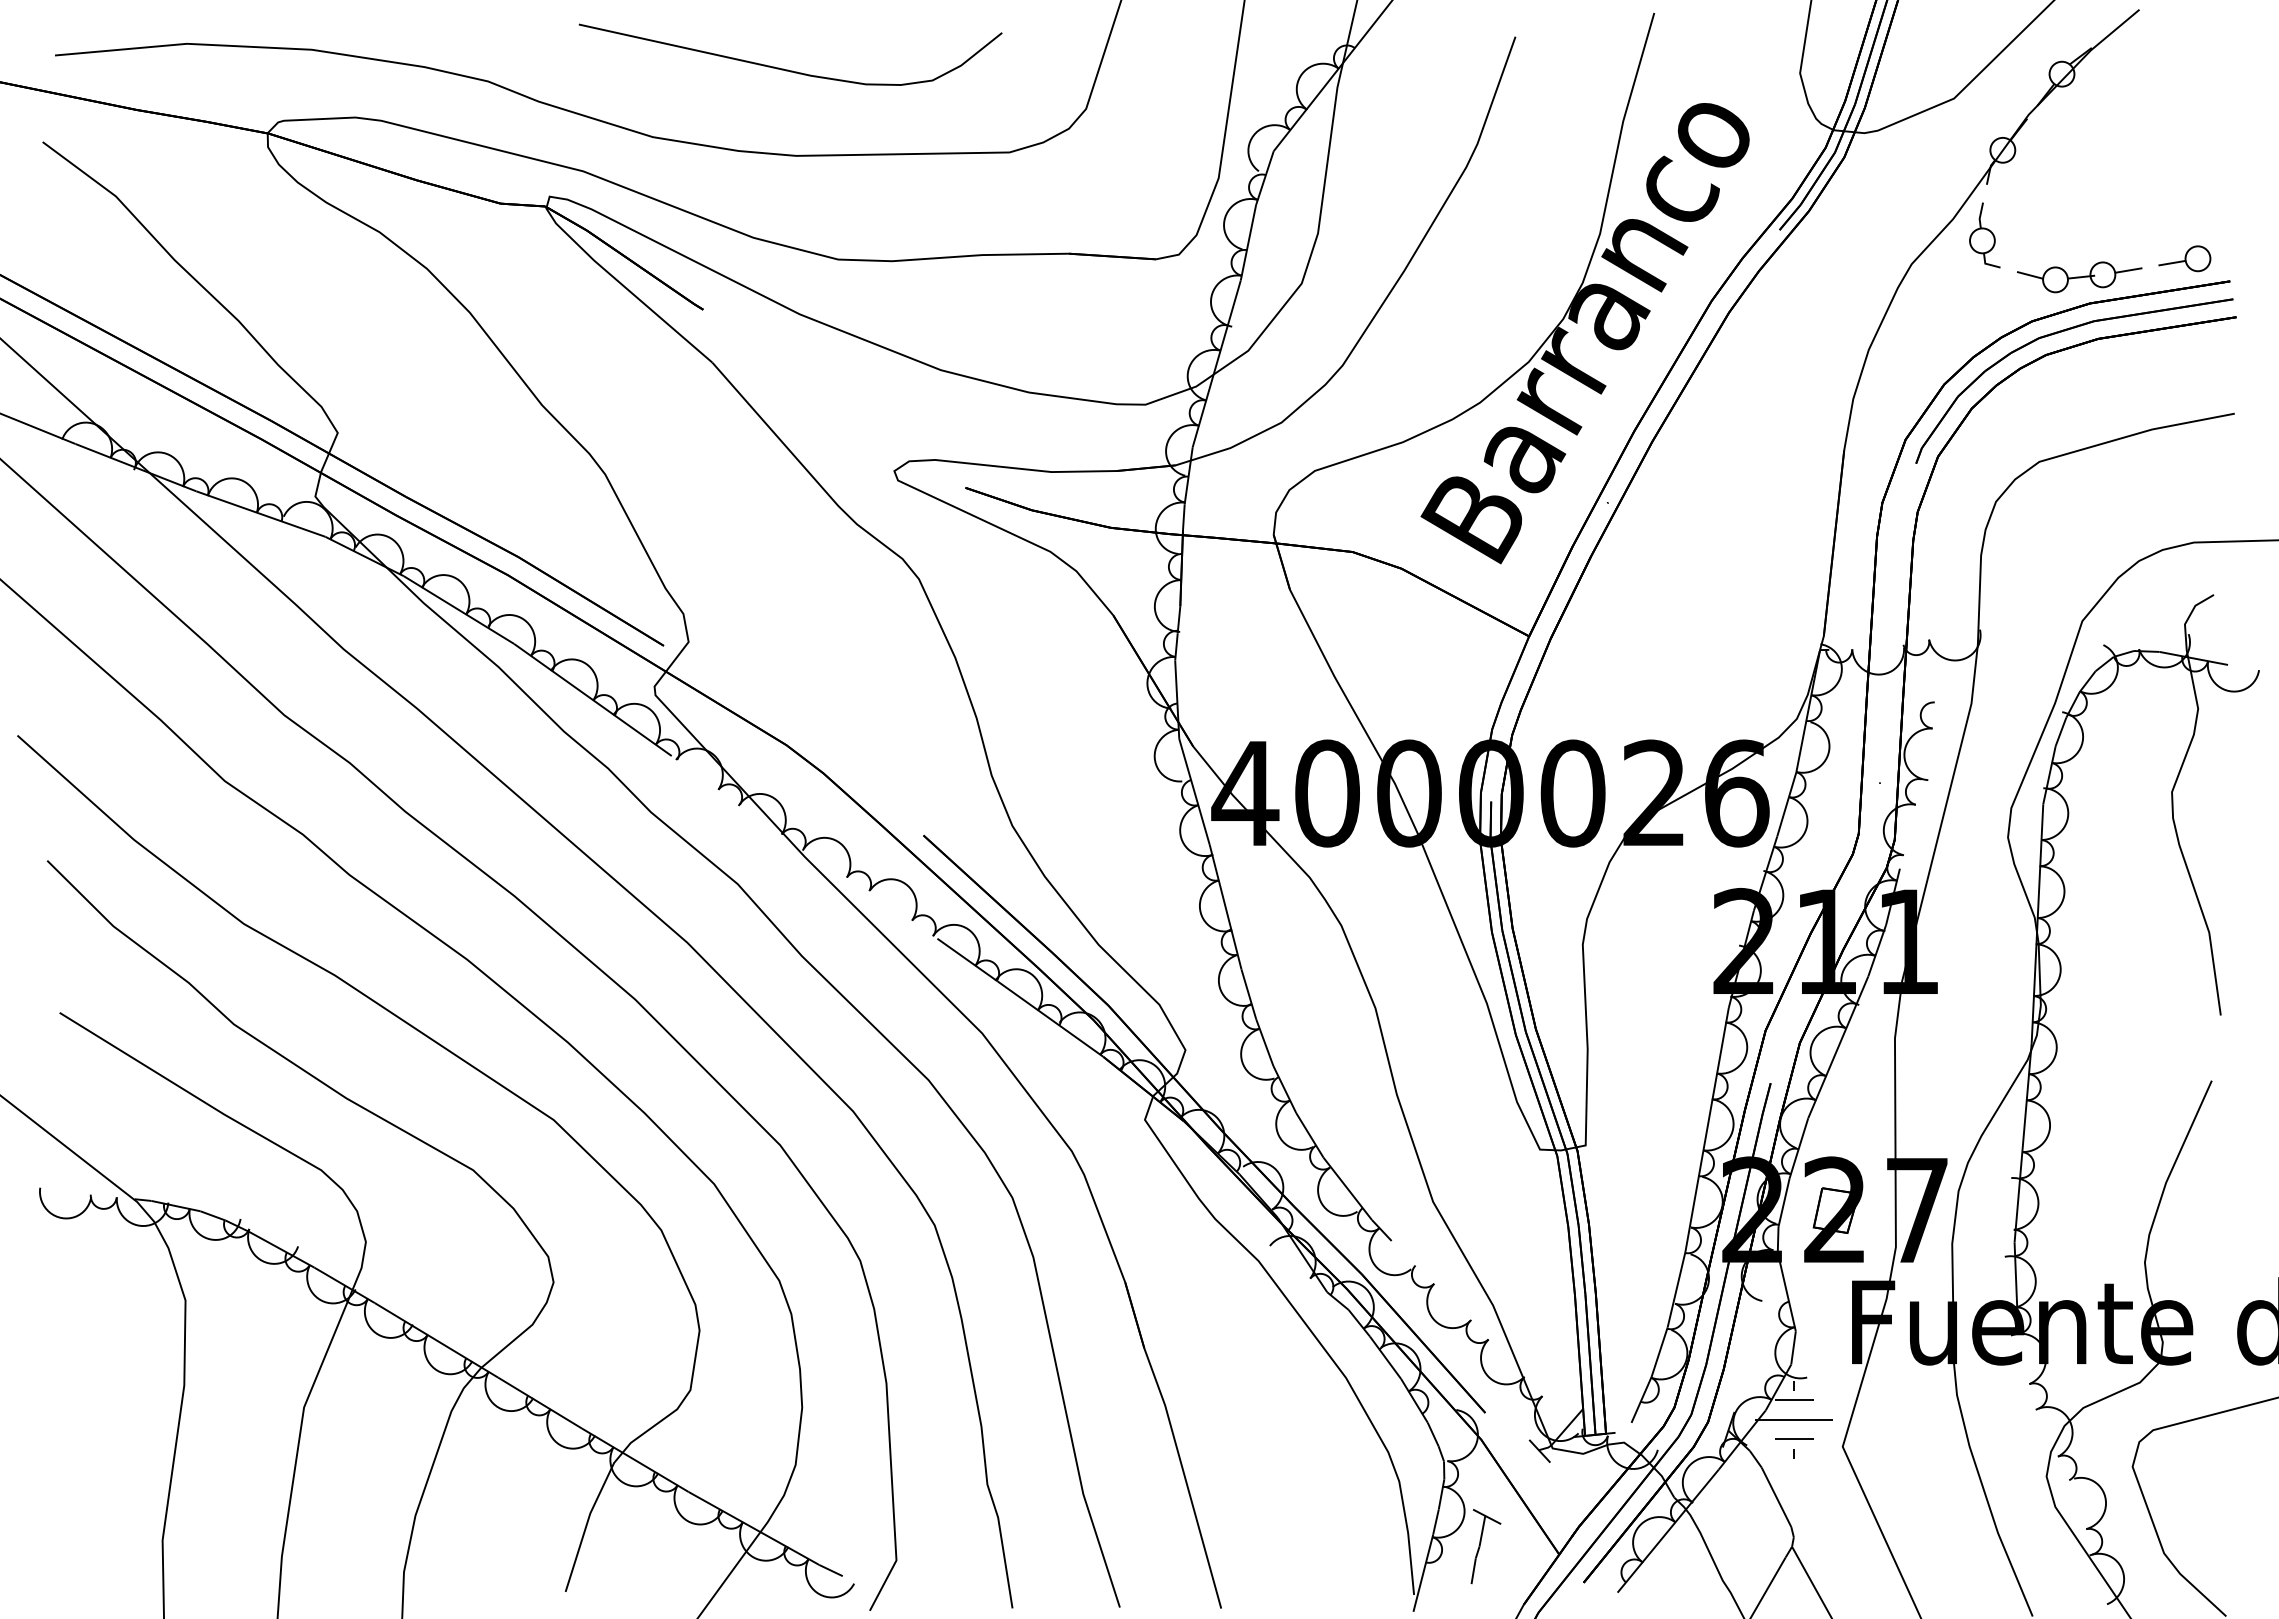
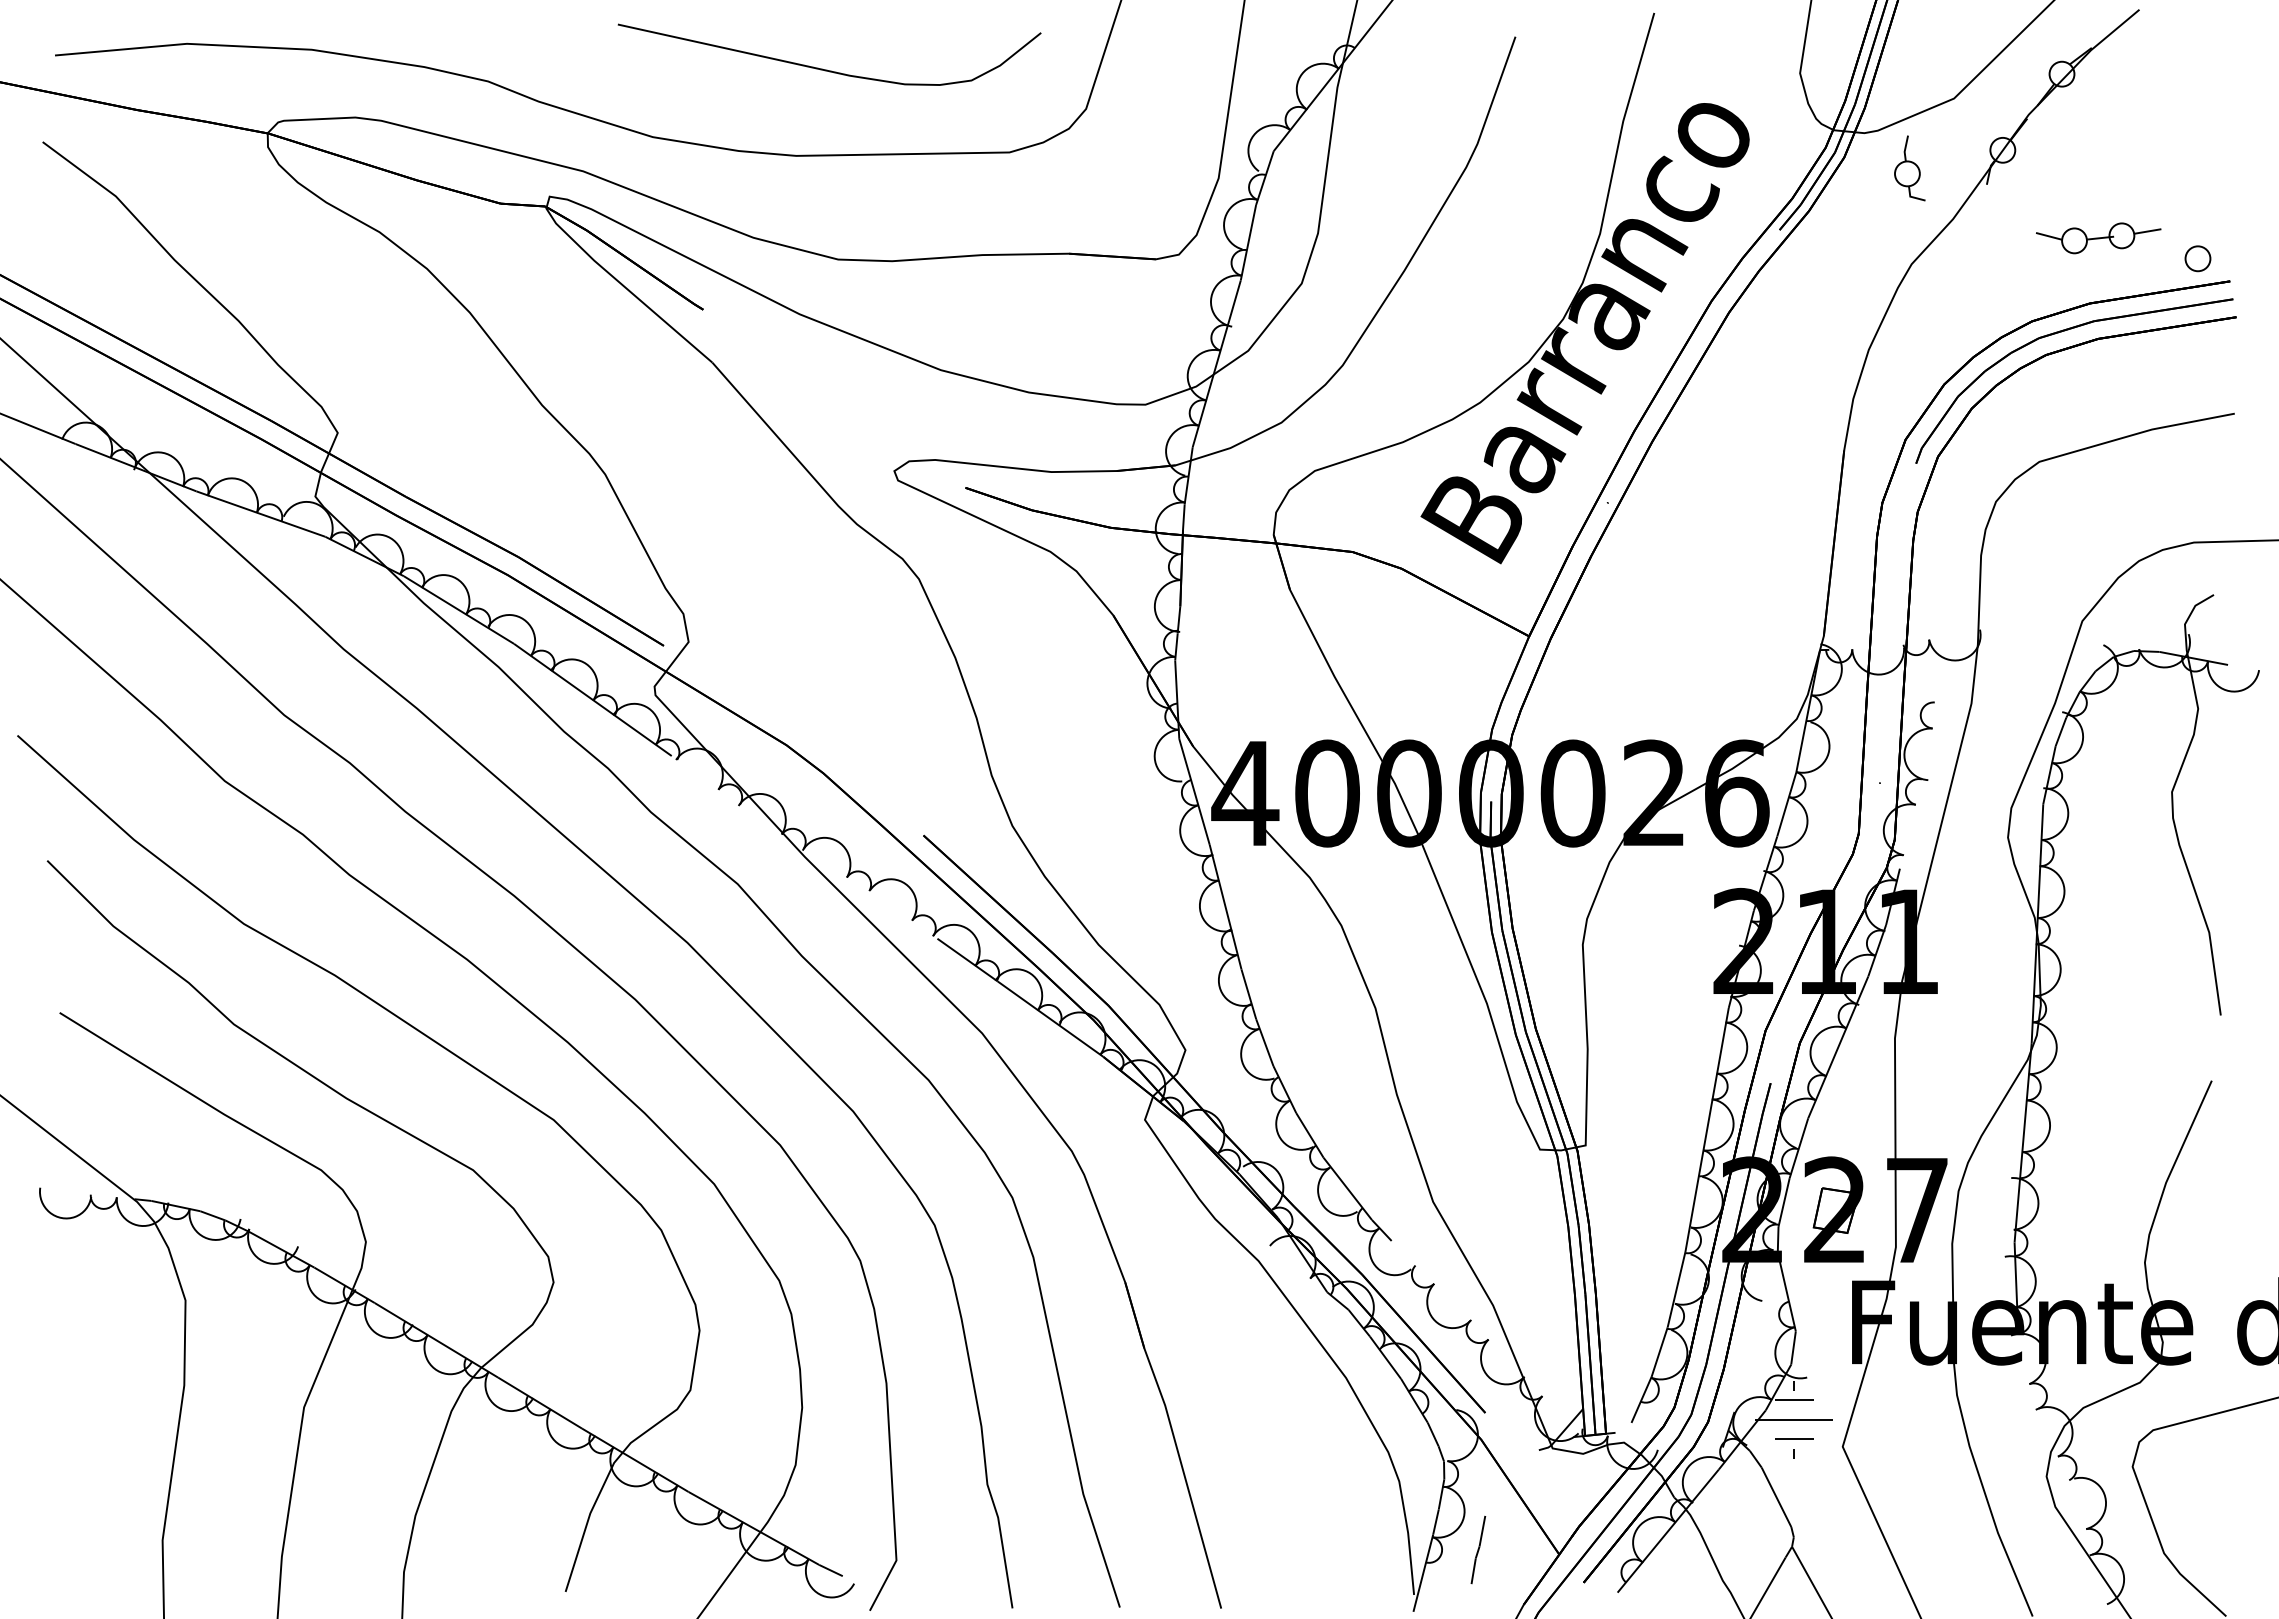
curve at (788, 69) position: (788, 69) -> (827, 69)
part at (1984, 235) position: (1984, 235) -> (1909, 168)
line at (2172, 262): present -> none
part at (2079, 277) position: (2079, 277) -> (2098, 238)
line at (1539, 1450): present -> none
line at (1487, 1516): present -> none
